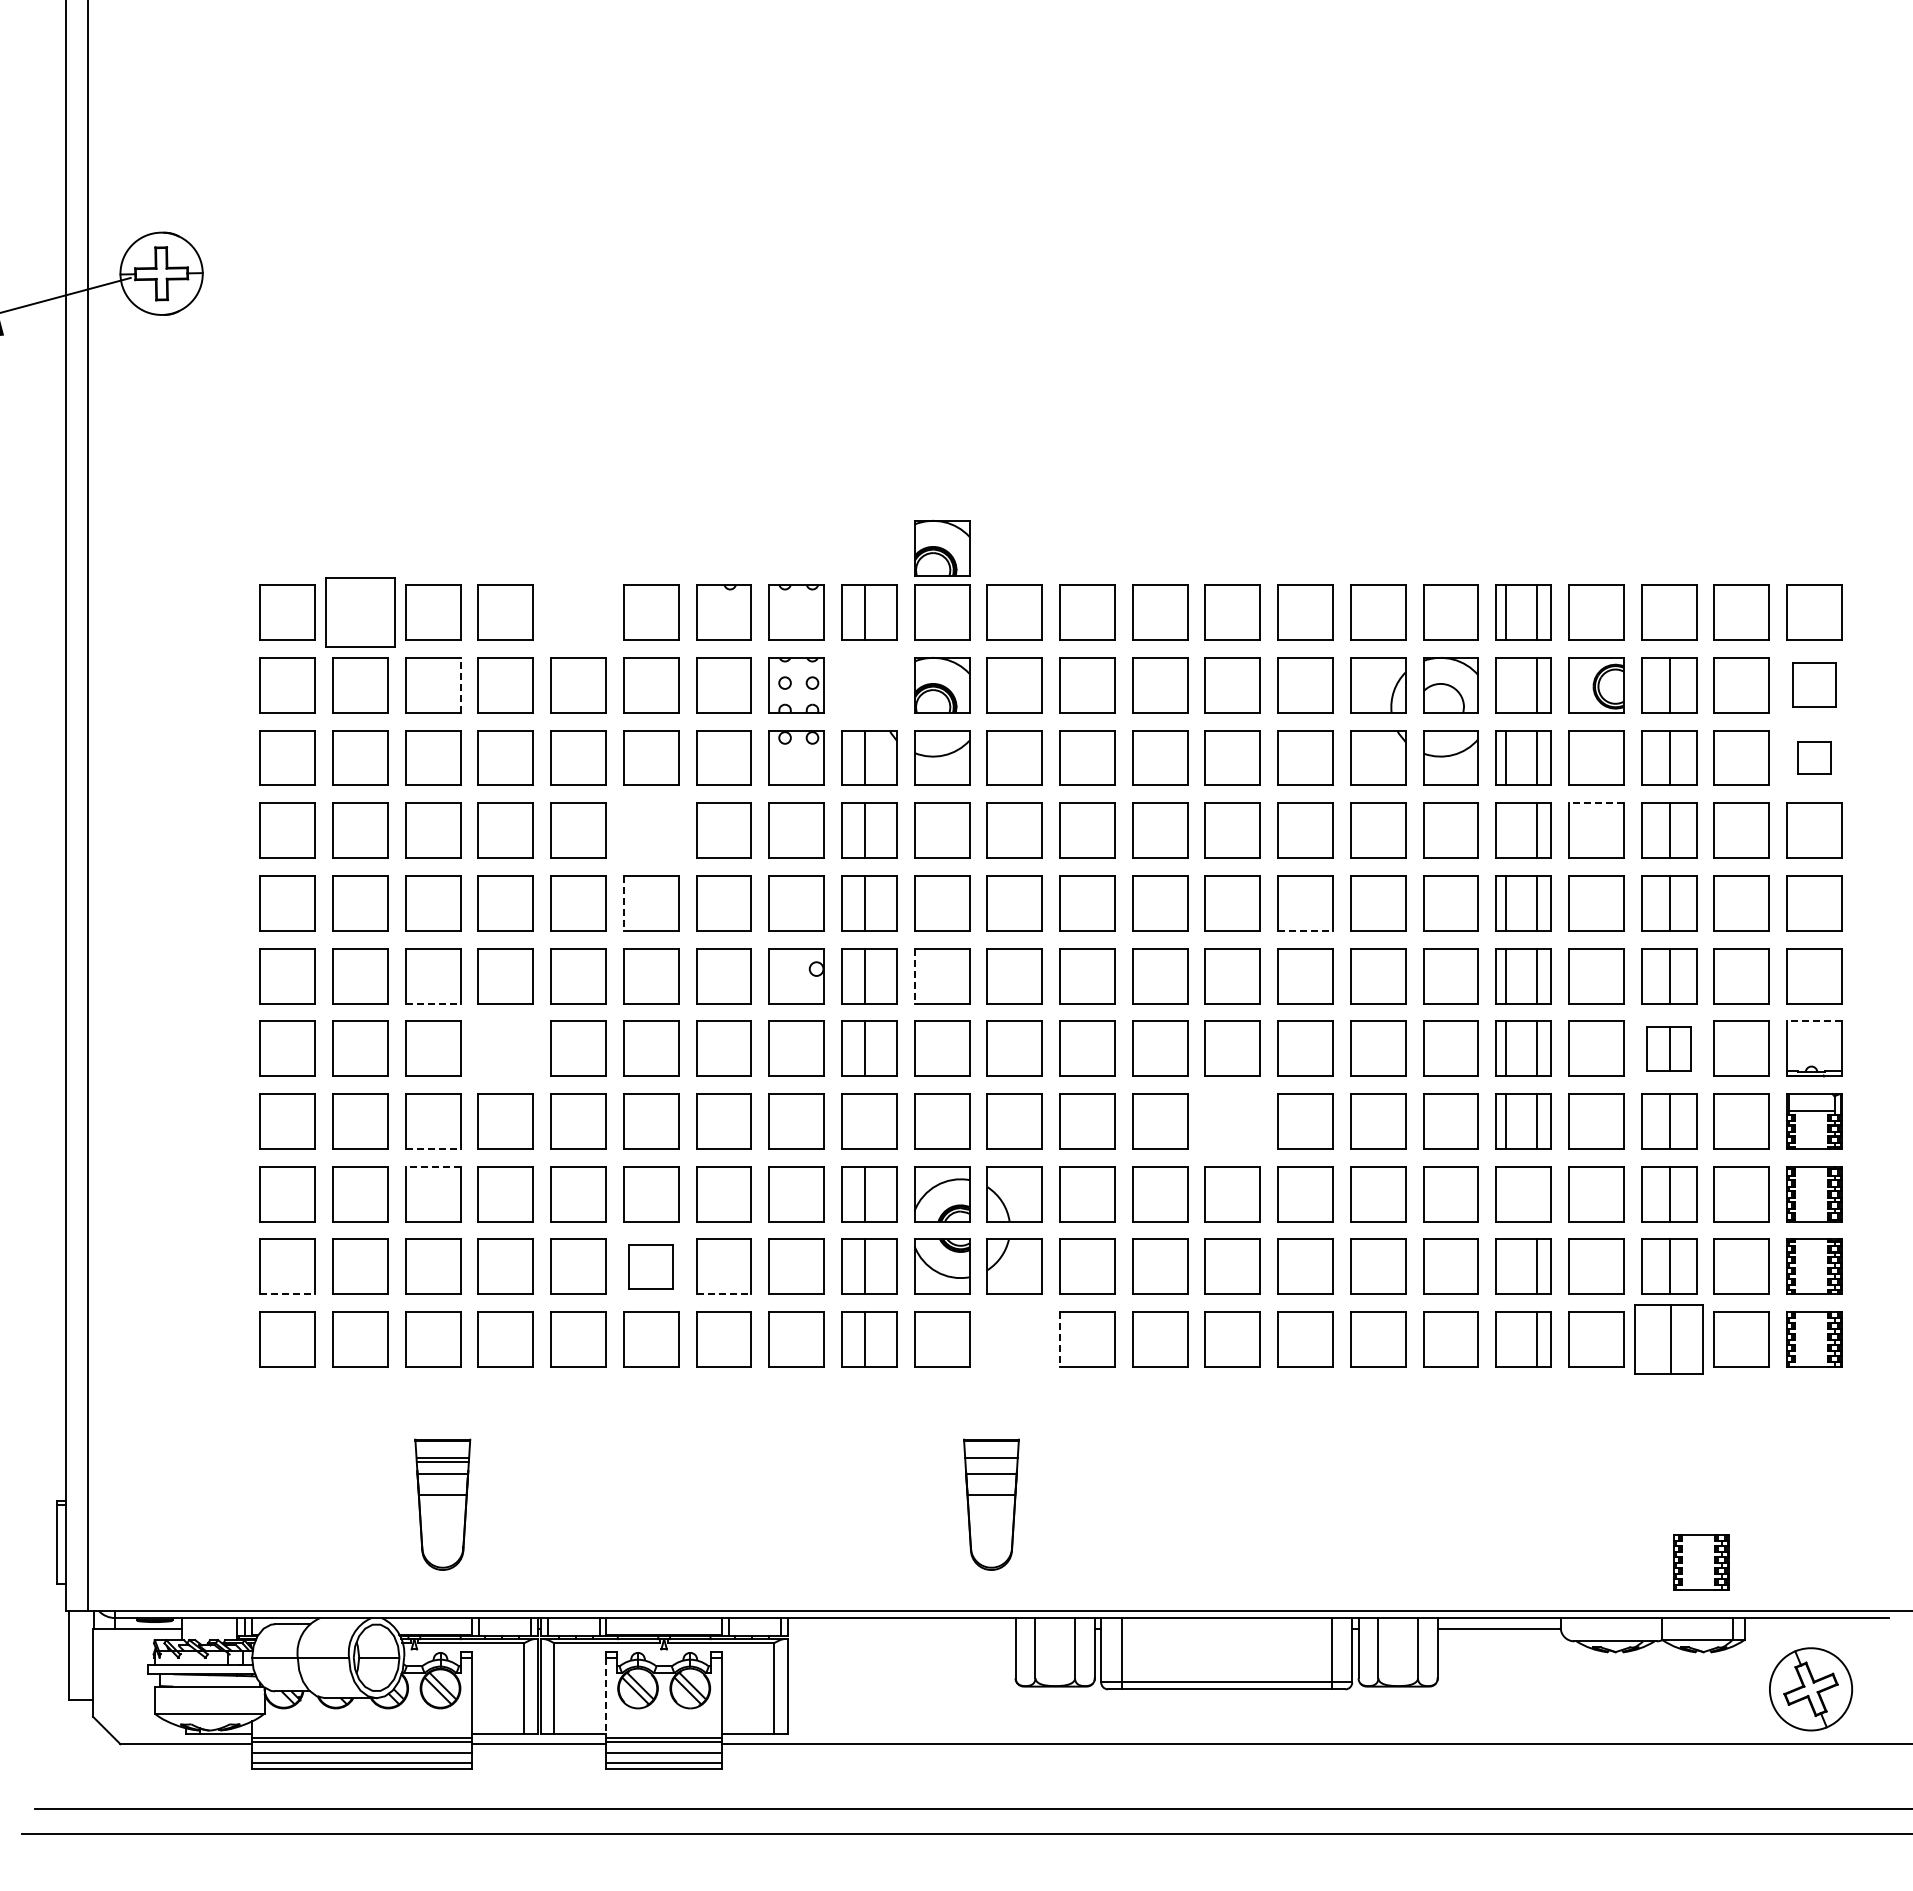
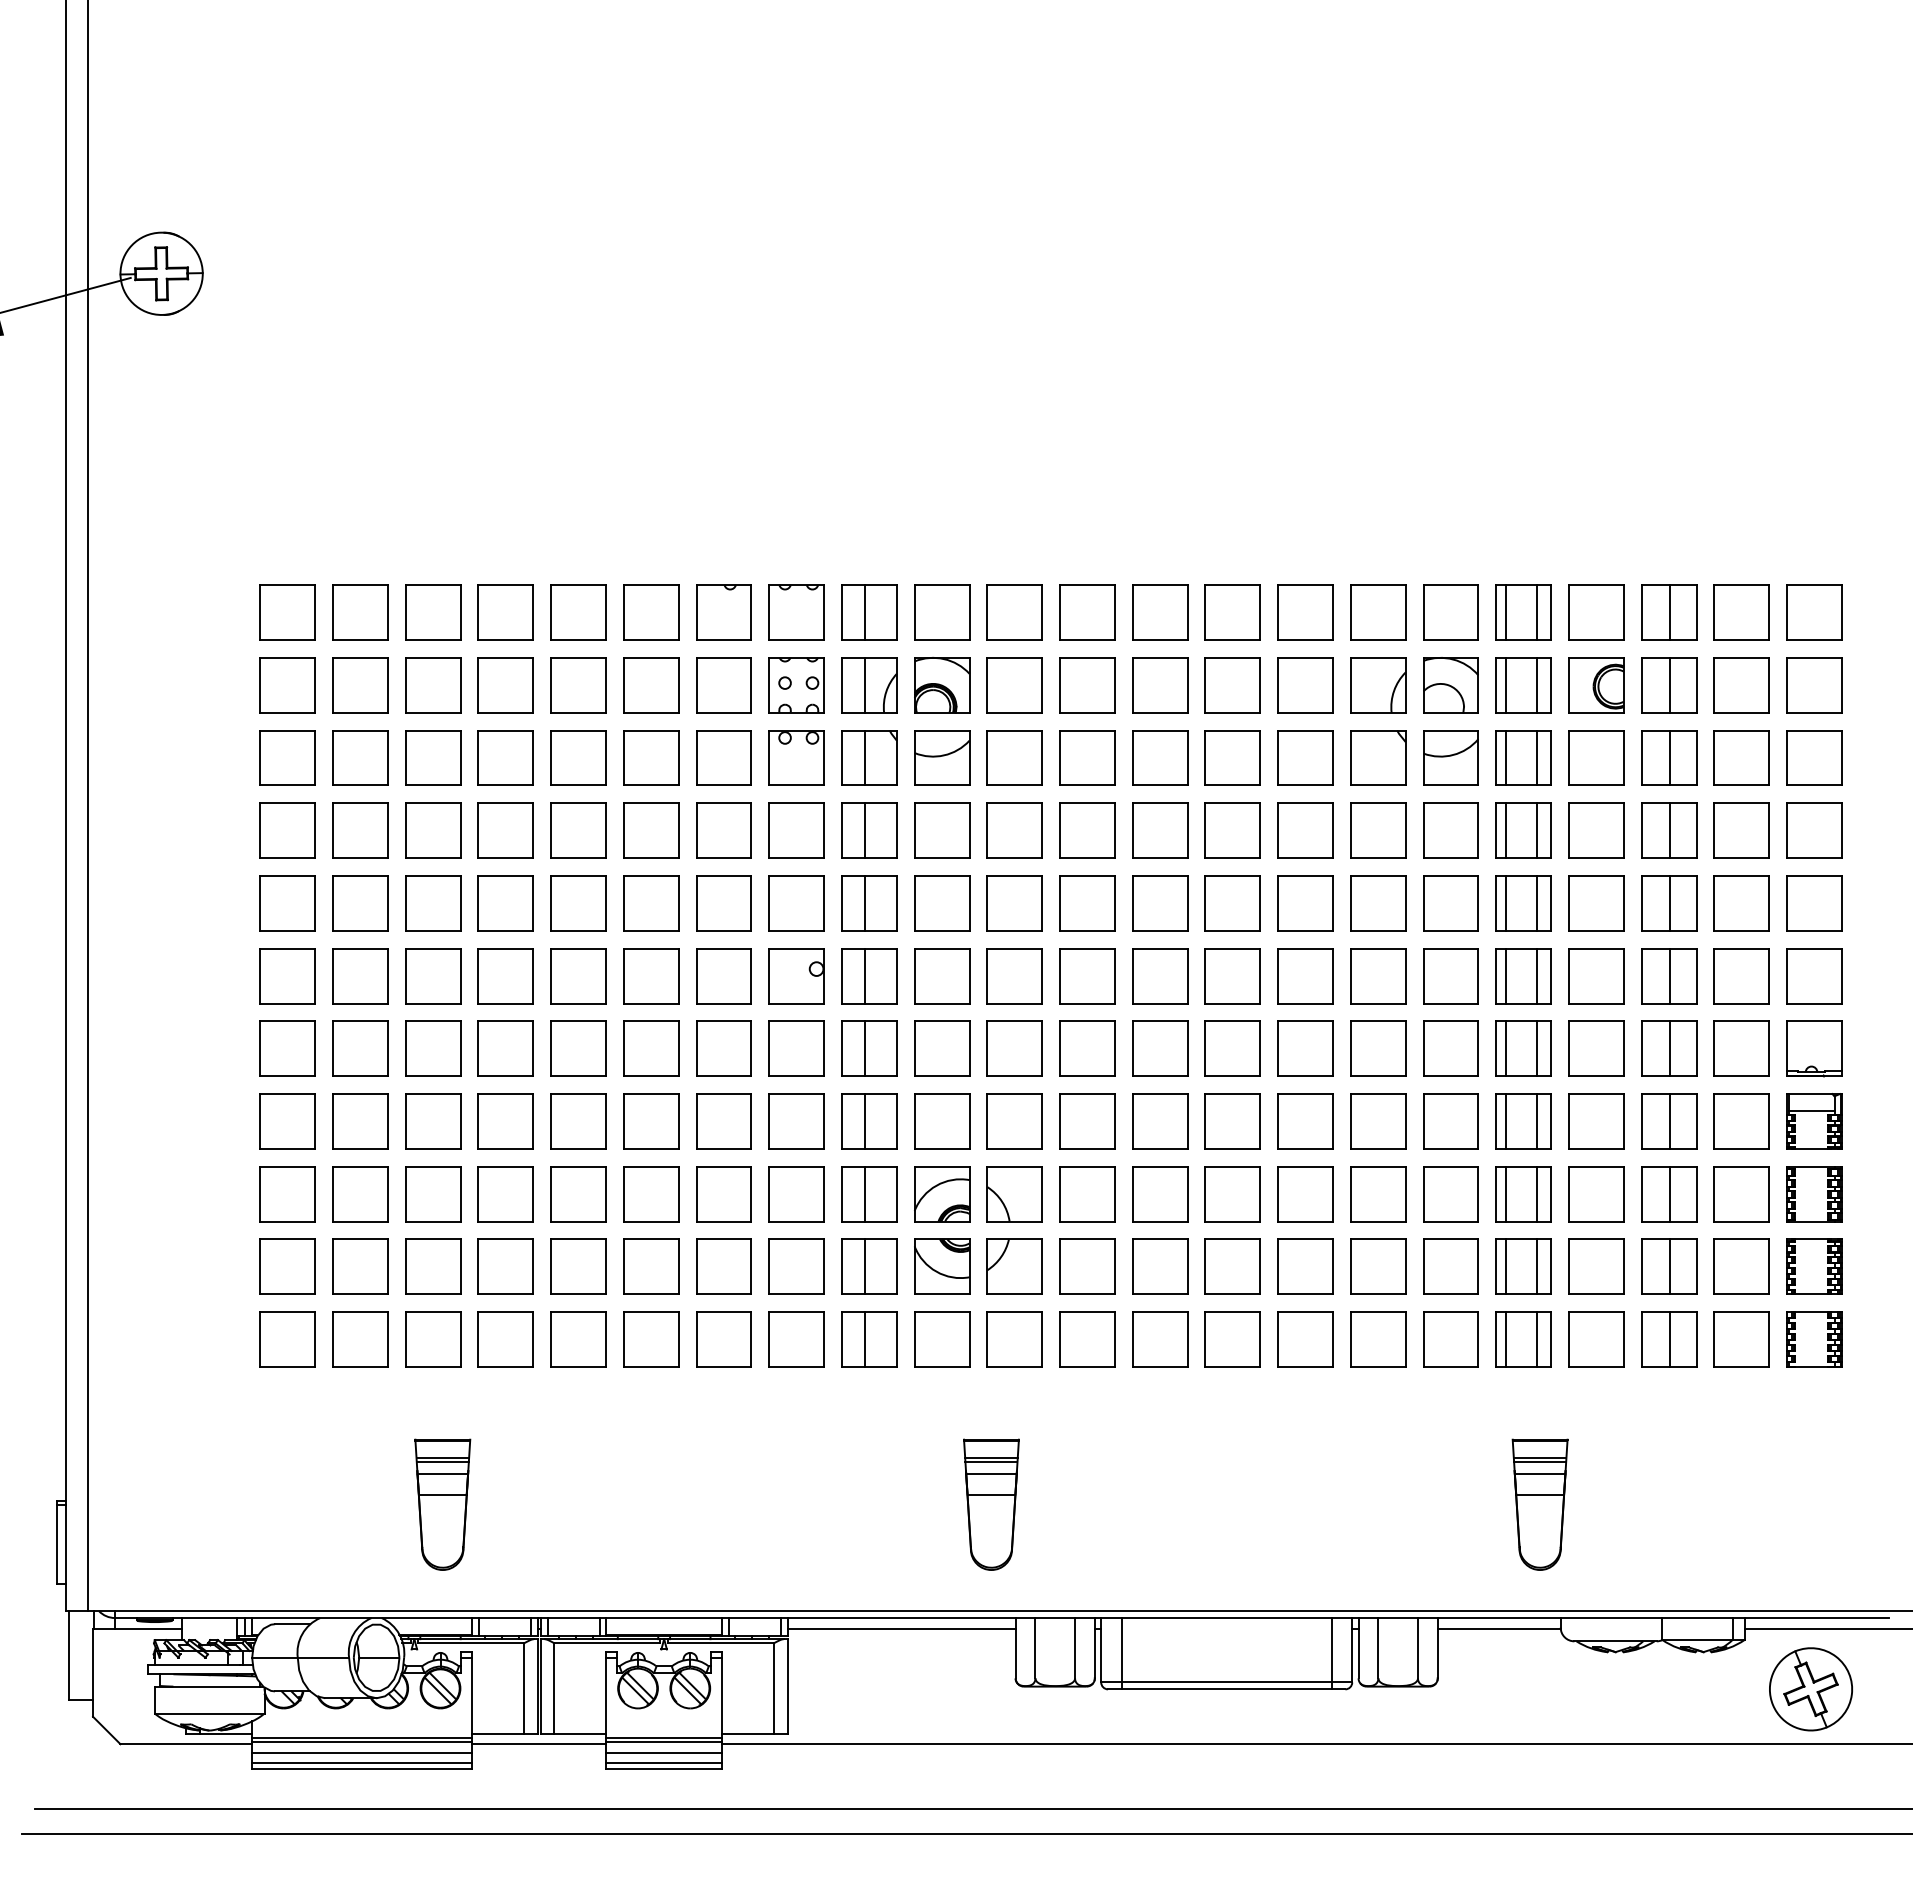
part at (942, 548): present -> none
part at (360, 612) size: 71x71 px -> 57x57 px
part at (578, 612): none -> present
line at (1670, 612): none -> present
line at (460, 684): dashed -> solid
line at (1505, 684): none -> present
part at (1814, 684) size: 45x46 px -> 57x57 px
part at (869, 685): none -> present
part at (1814, 757) size: 35x34 px -> 57x56 px
line at (1595, 803): dashed -> solid
part at (651, 830): none -> present
line at (1505, 830): none -> present
line at (623, 903): dashed -> solid
line at (1306, 930): dashed -> solid
line at (914, 976): dashed -> solid
line at (433, 1003): dashed -> solid
line at (1813, 1021): dashed -> solid
part at (505, 1048): none -> present
part at (1668, 1048) size: 46x46 px -> 57x57 px
line at (864, 1121): none -> present
part at (1232, 1121): none -> present
line at (433, 1148): dashed -> solid
line at (432, 1166): dashed -> solid
line at (1505, 1193): none -> present
line at (1537, 1193): none -> present
part at (650, 1266) size: 46x46 px -> 57x57 px
line at (1505, 1266): none -> present
line at (288, 1294): dashed -> solid
line at (724, 1294): dashed -> solid
part at (1014, 1339): none -> present
line at (1505, 1339): none -> present
part at (1668, 1339) size: 70x71 px -> 57x57 px
line at (1060, 1340): dashed -> solid
line at (991, 1462): none -> present
part at (1539, 1504): none -> present
part at (1701, 1562): present -> none
line at (901, 1629): none -> present
line at (1826, 1629): none -> present
line at (606, 1698): dashed -> solid
